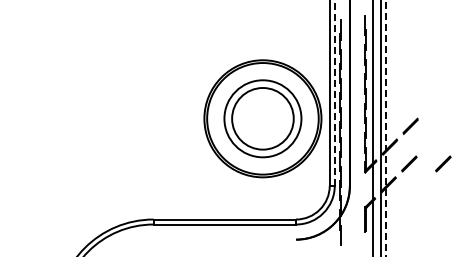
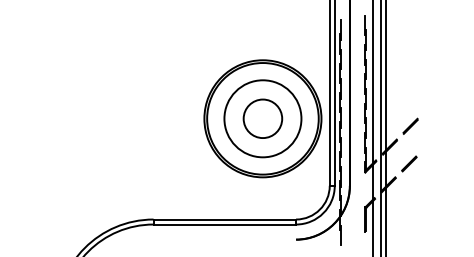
line at (334, 92): dashed -> solid
circle at (262, 118) diameter: 62 px -> 39 px
line at (385, 128): dashed -> solid
line at (443, 163): present -> none
